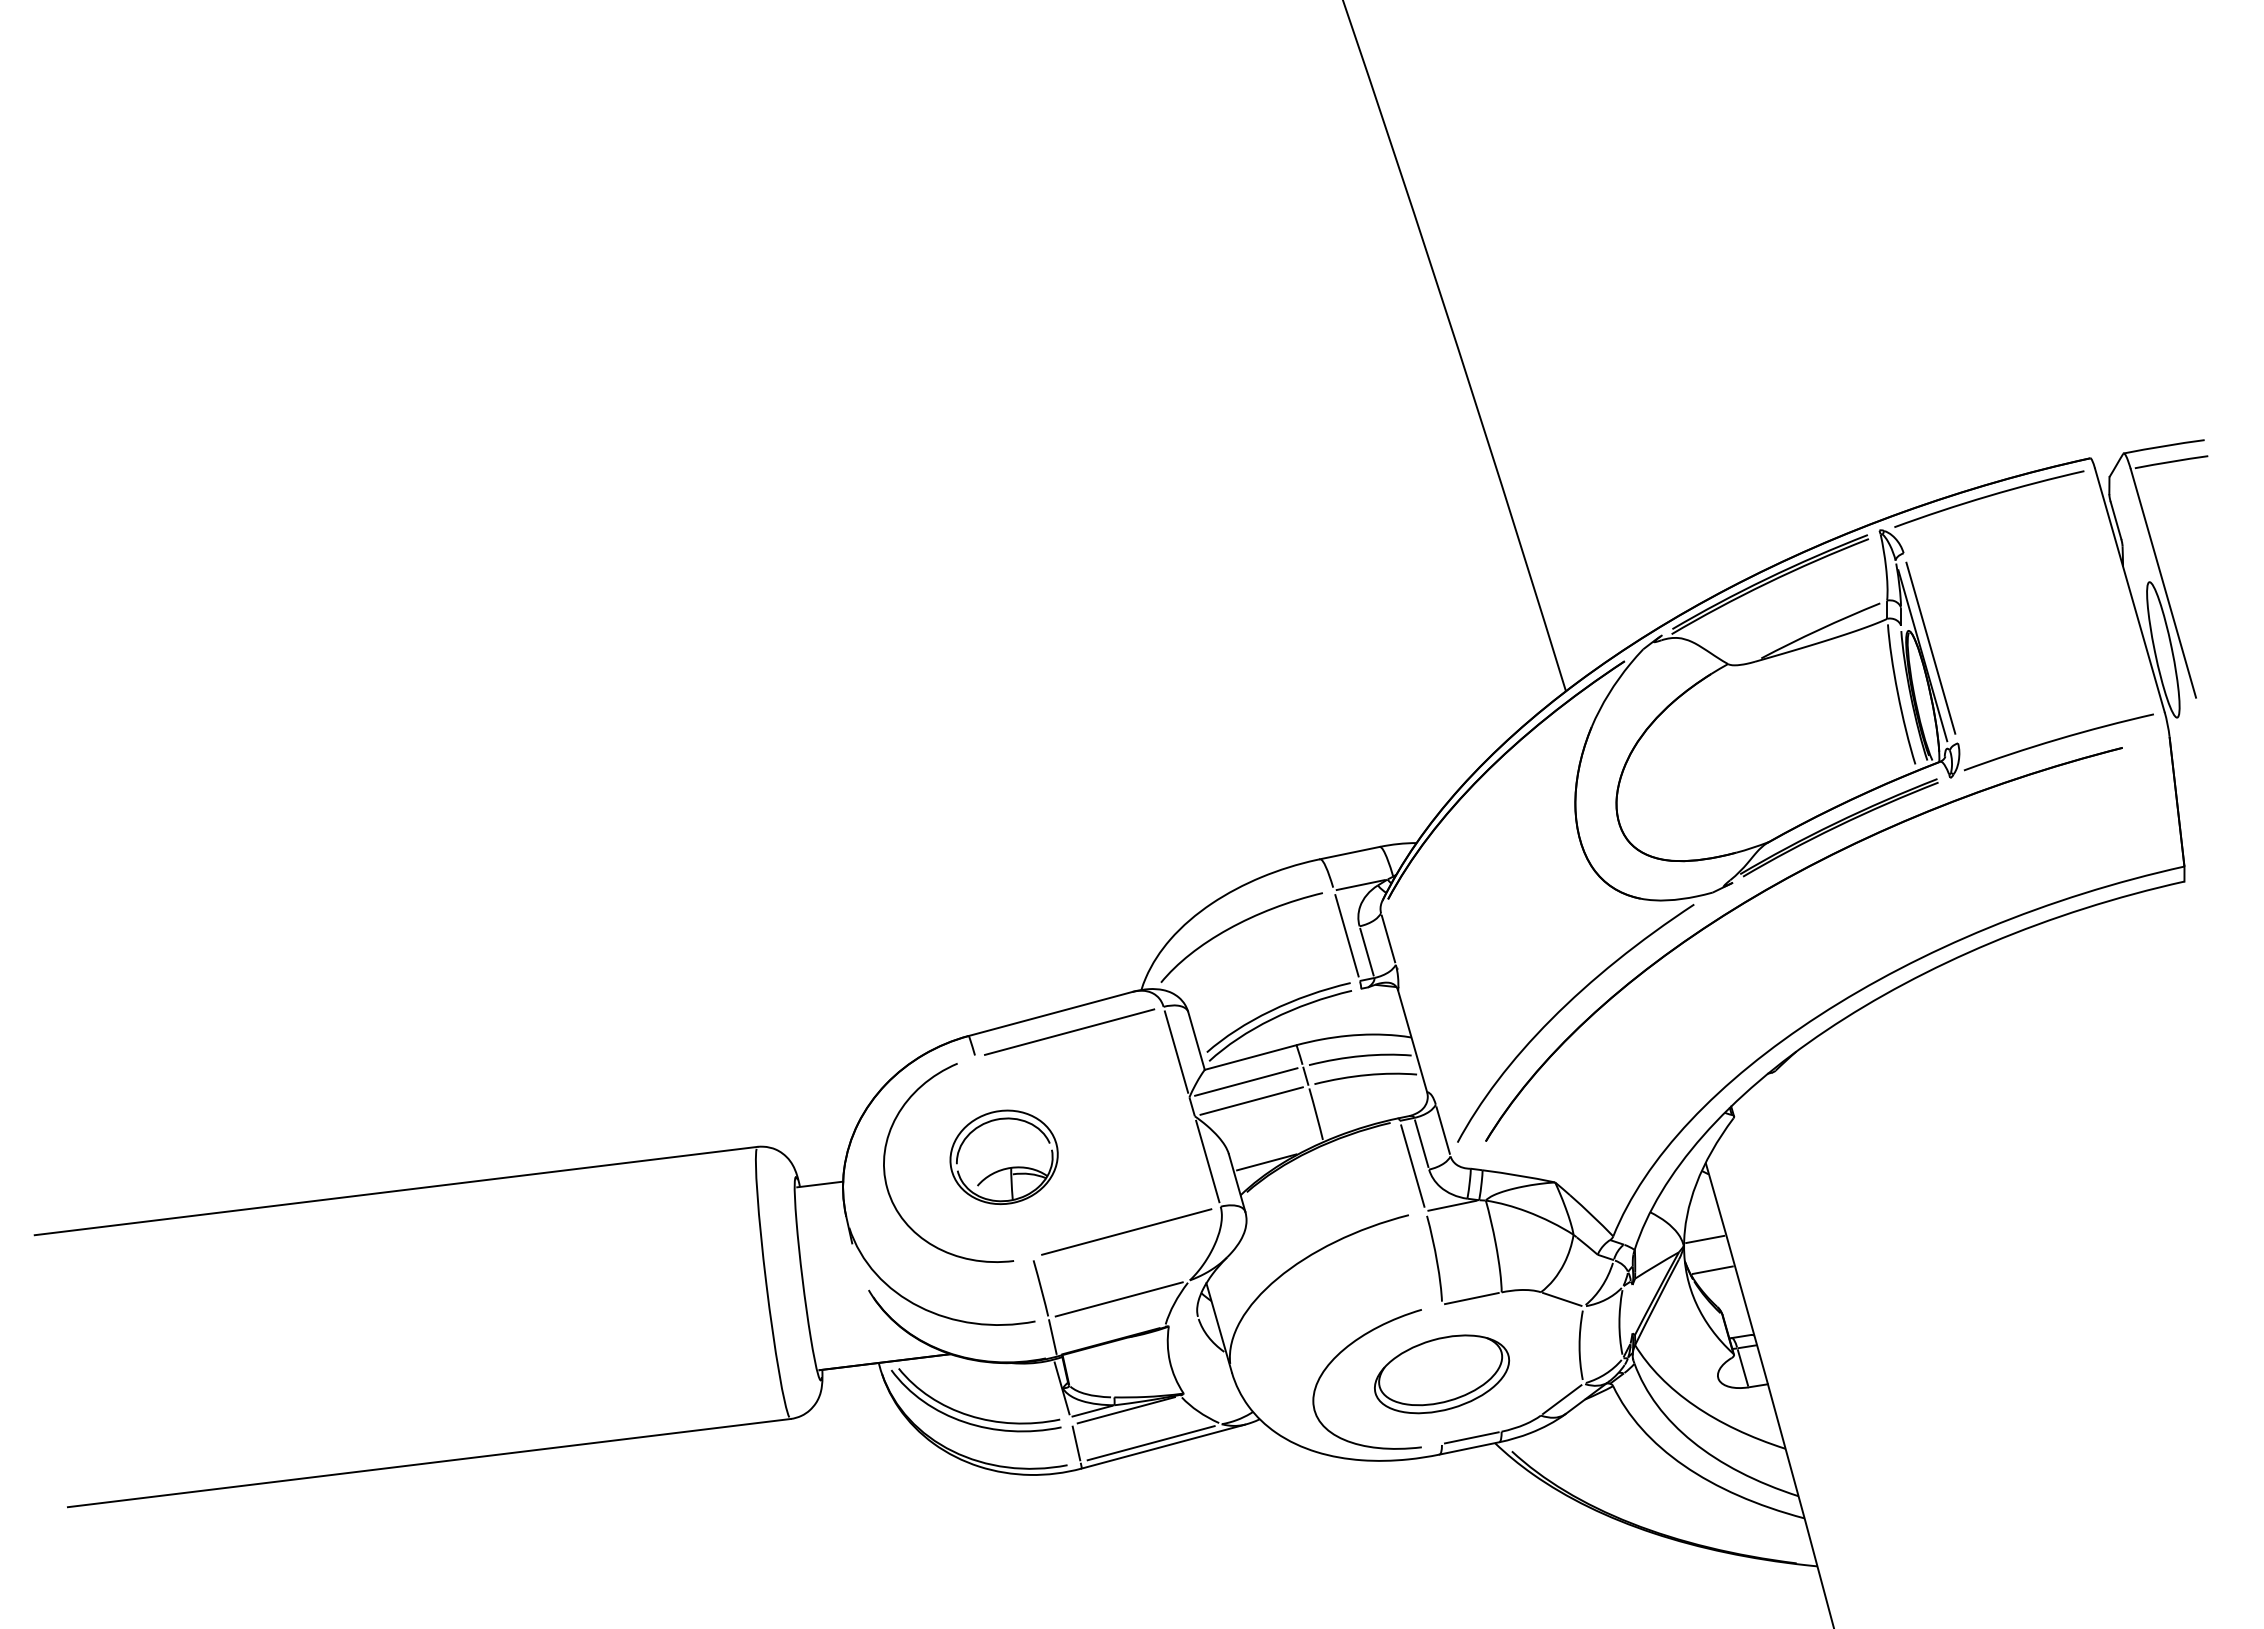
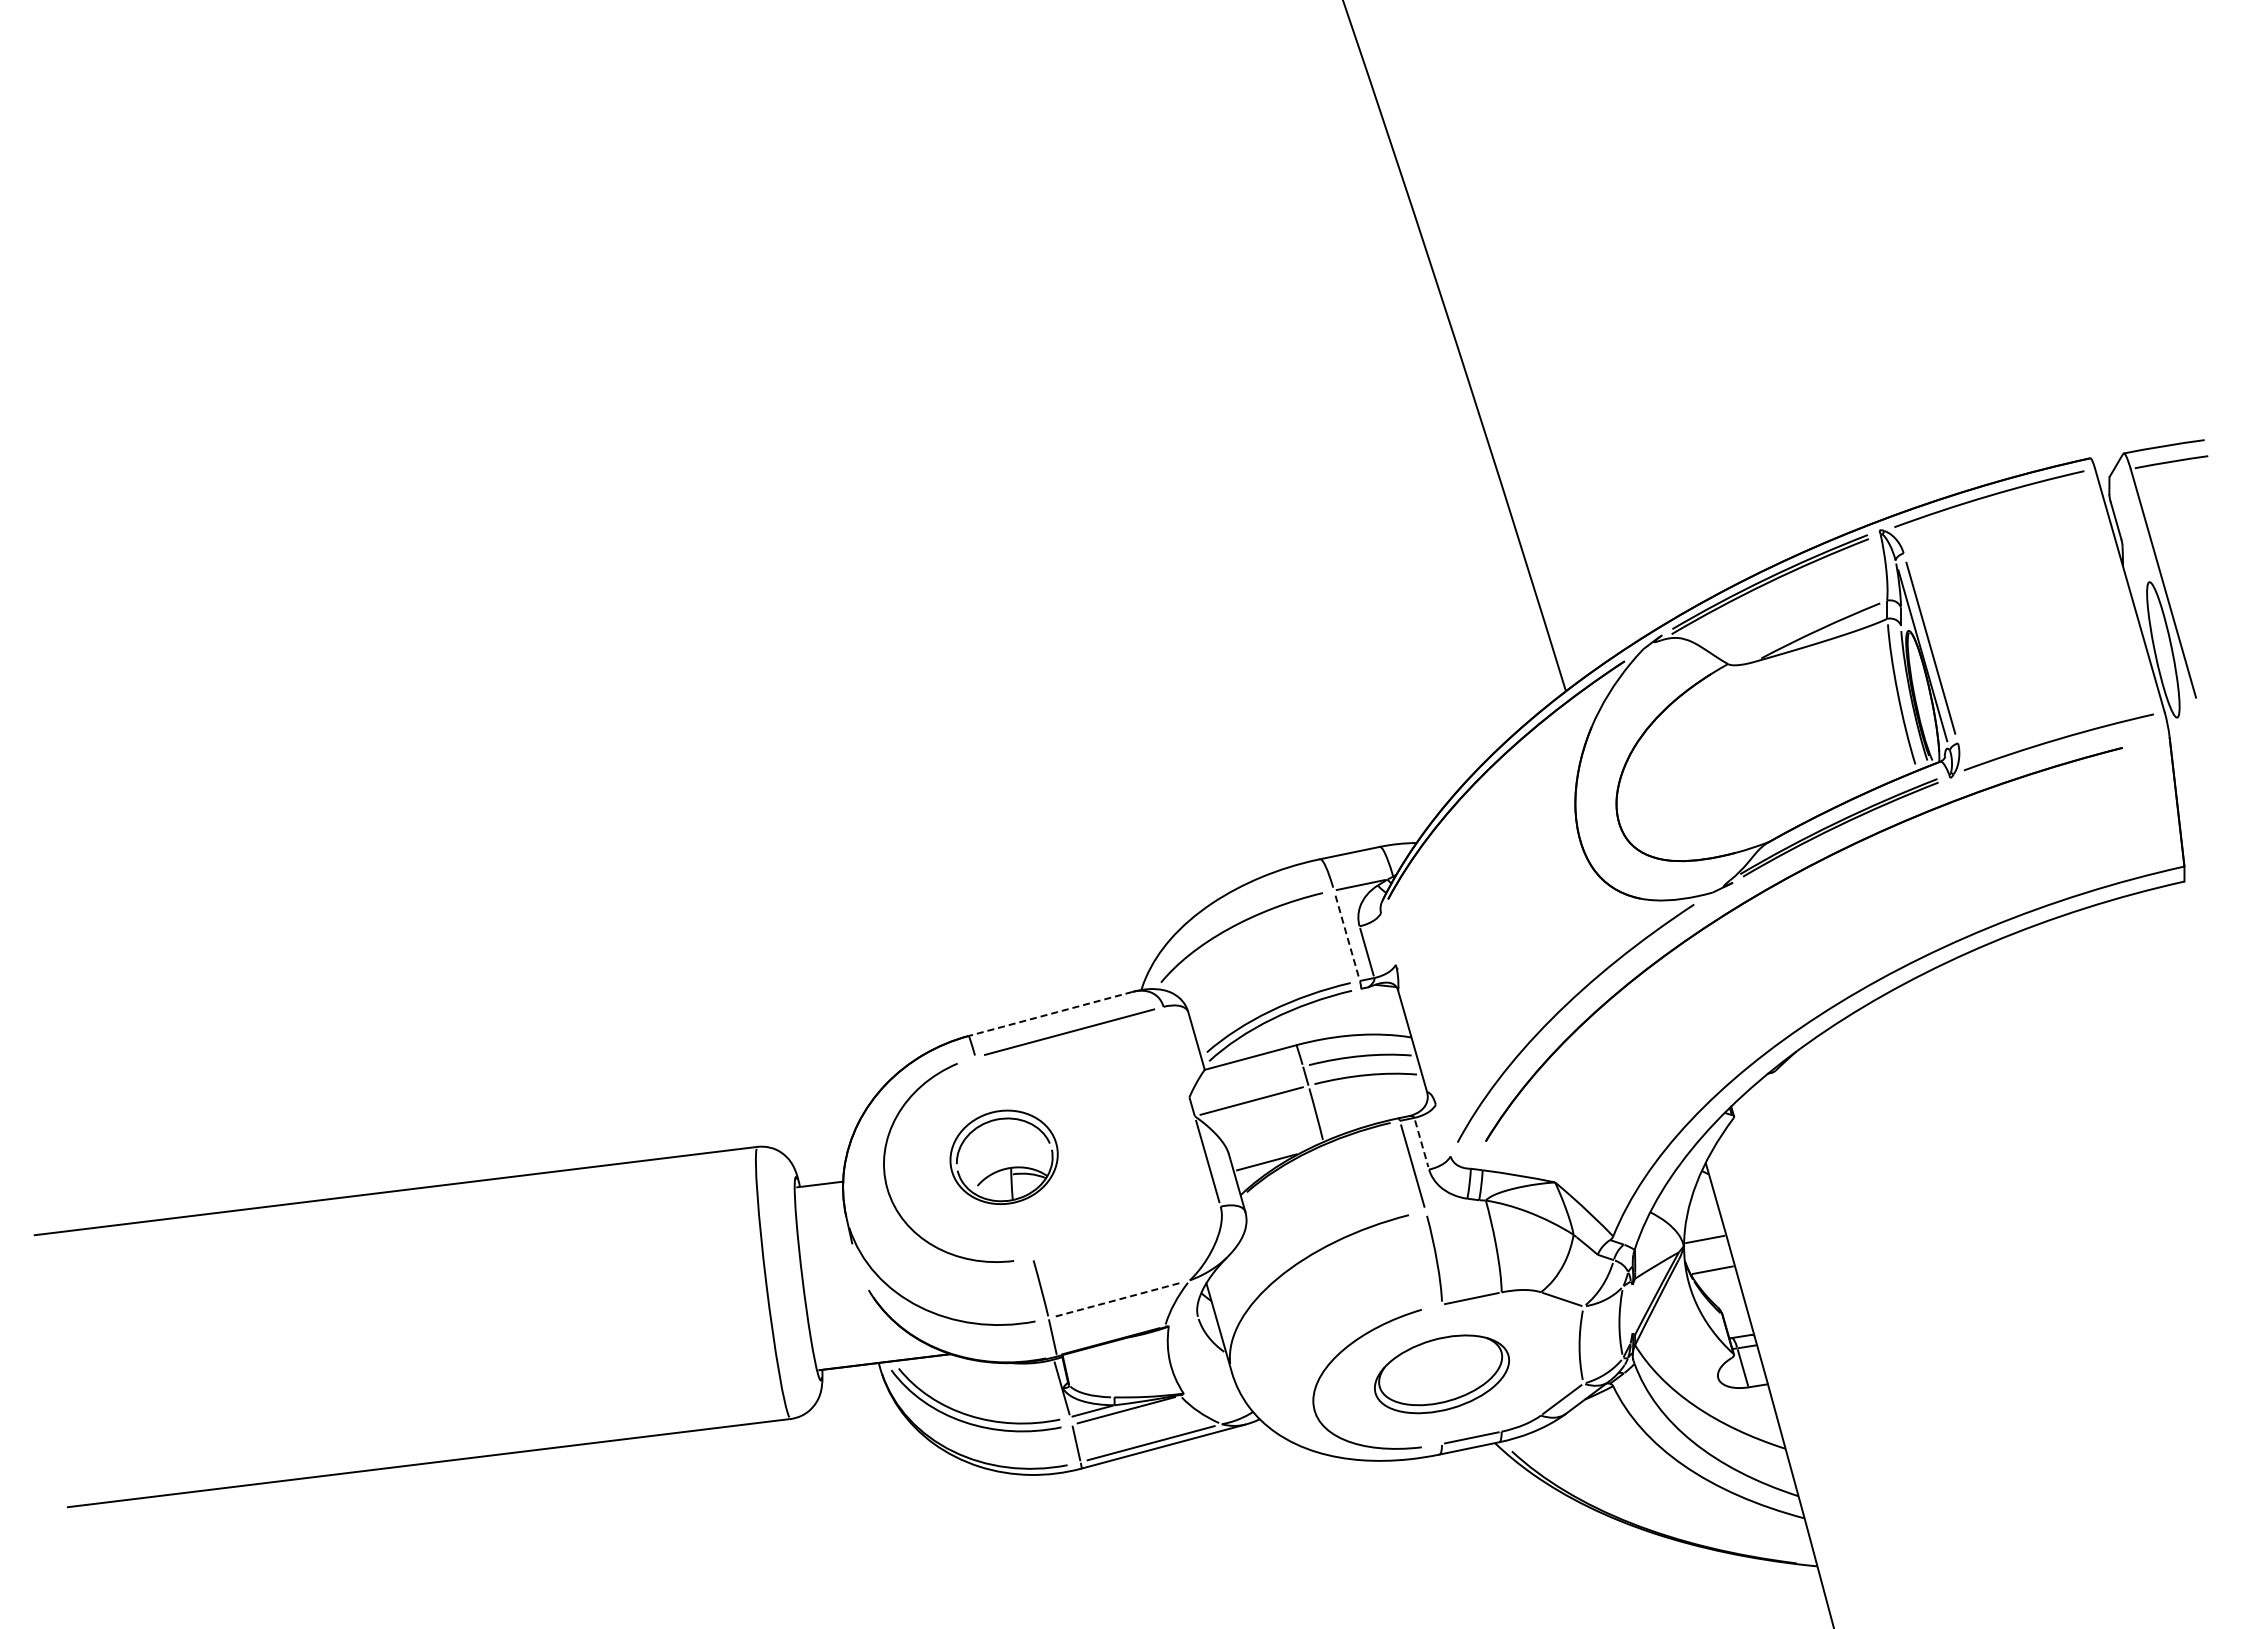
line at (1346, 935): solid -> dashed
line at (1388, 938): present -> none
line at (1050, 1013): solid -> dashed
line at (1176, 1051): present -> none
line at (1246, 1081): present -> none
line at (1442, 1130): present -> none
line at (1421, 1144): solid -> dashed
line at (1452, 1205): present -> none
line at (1126, 1231): present -> none
line at (1119, 1299): solid -> dashed
